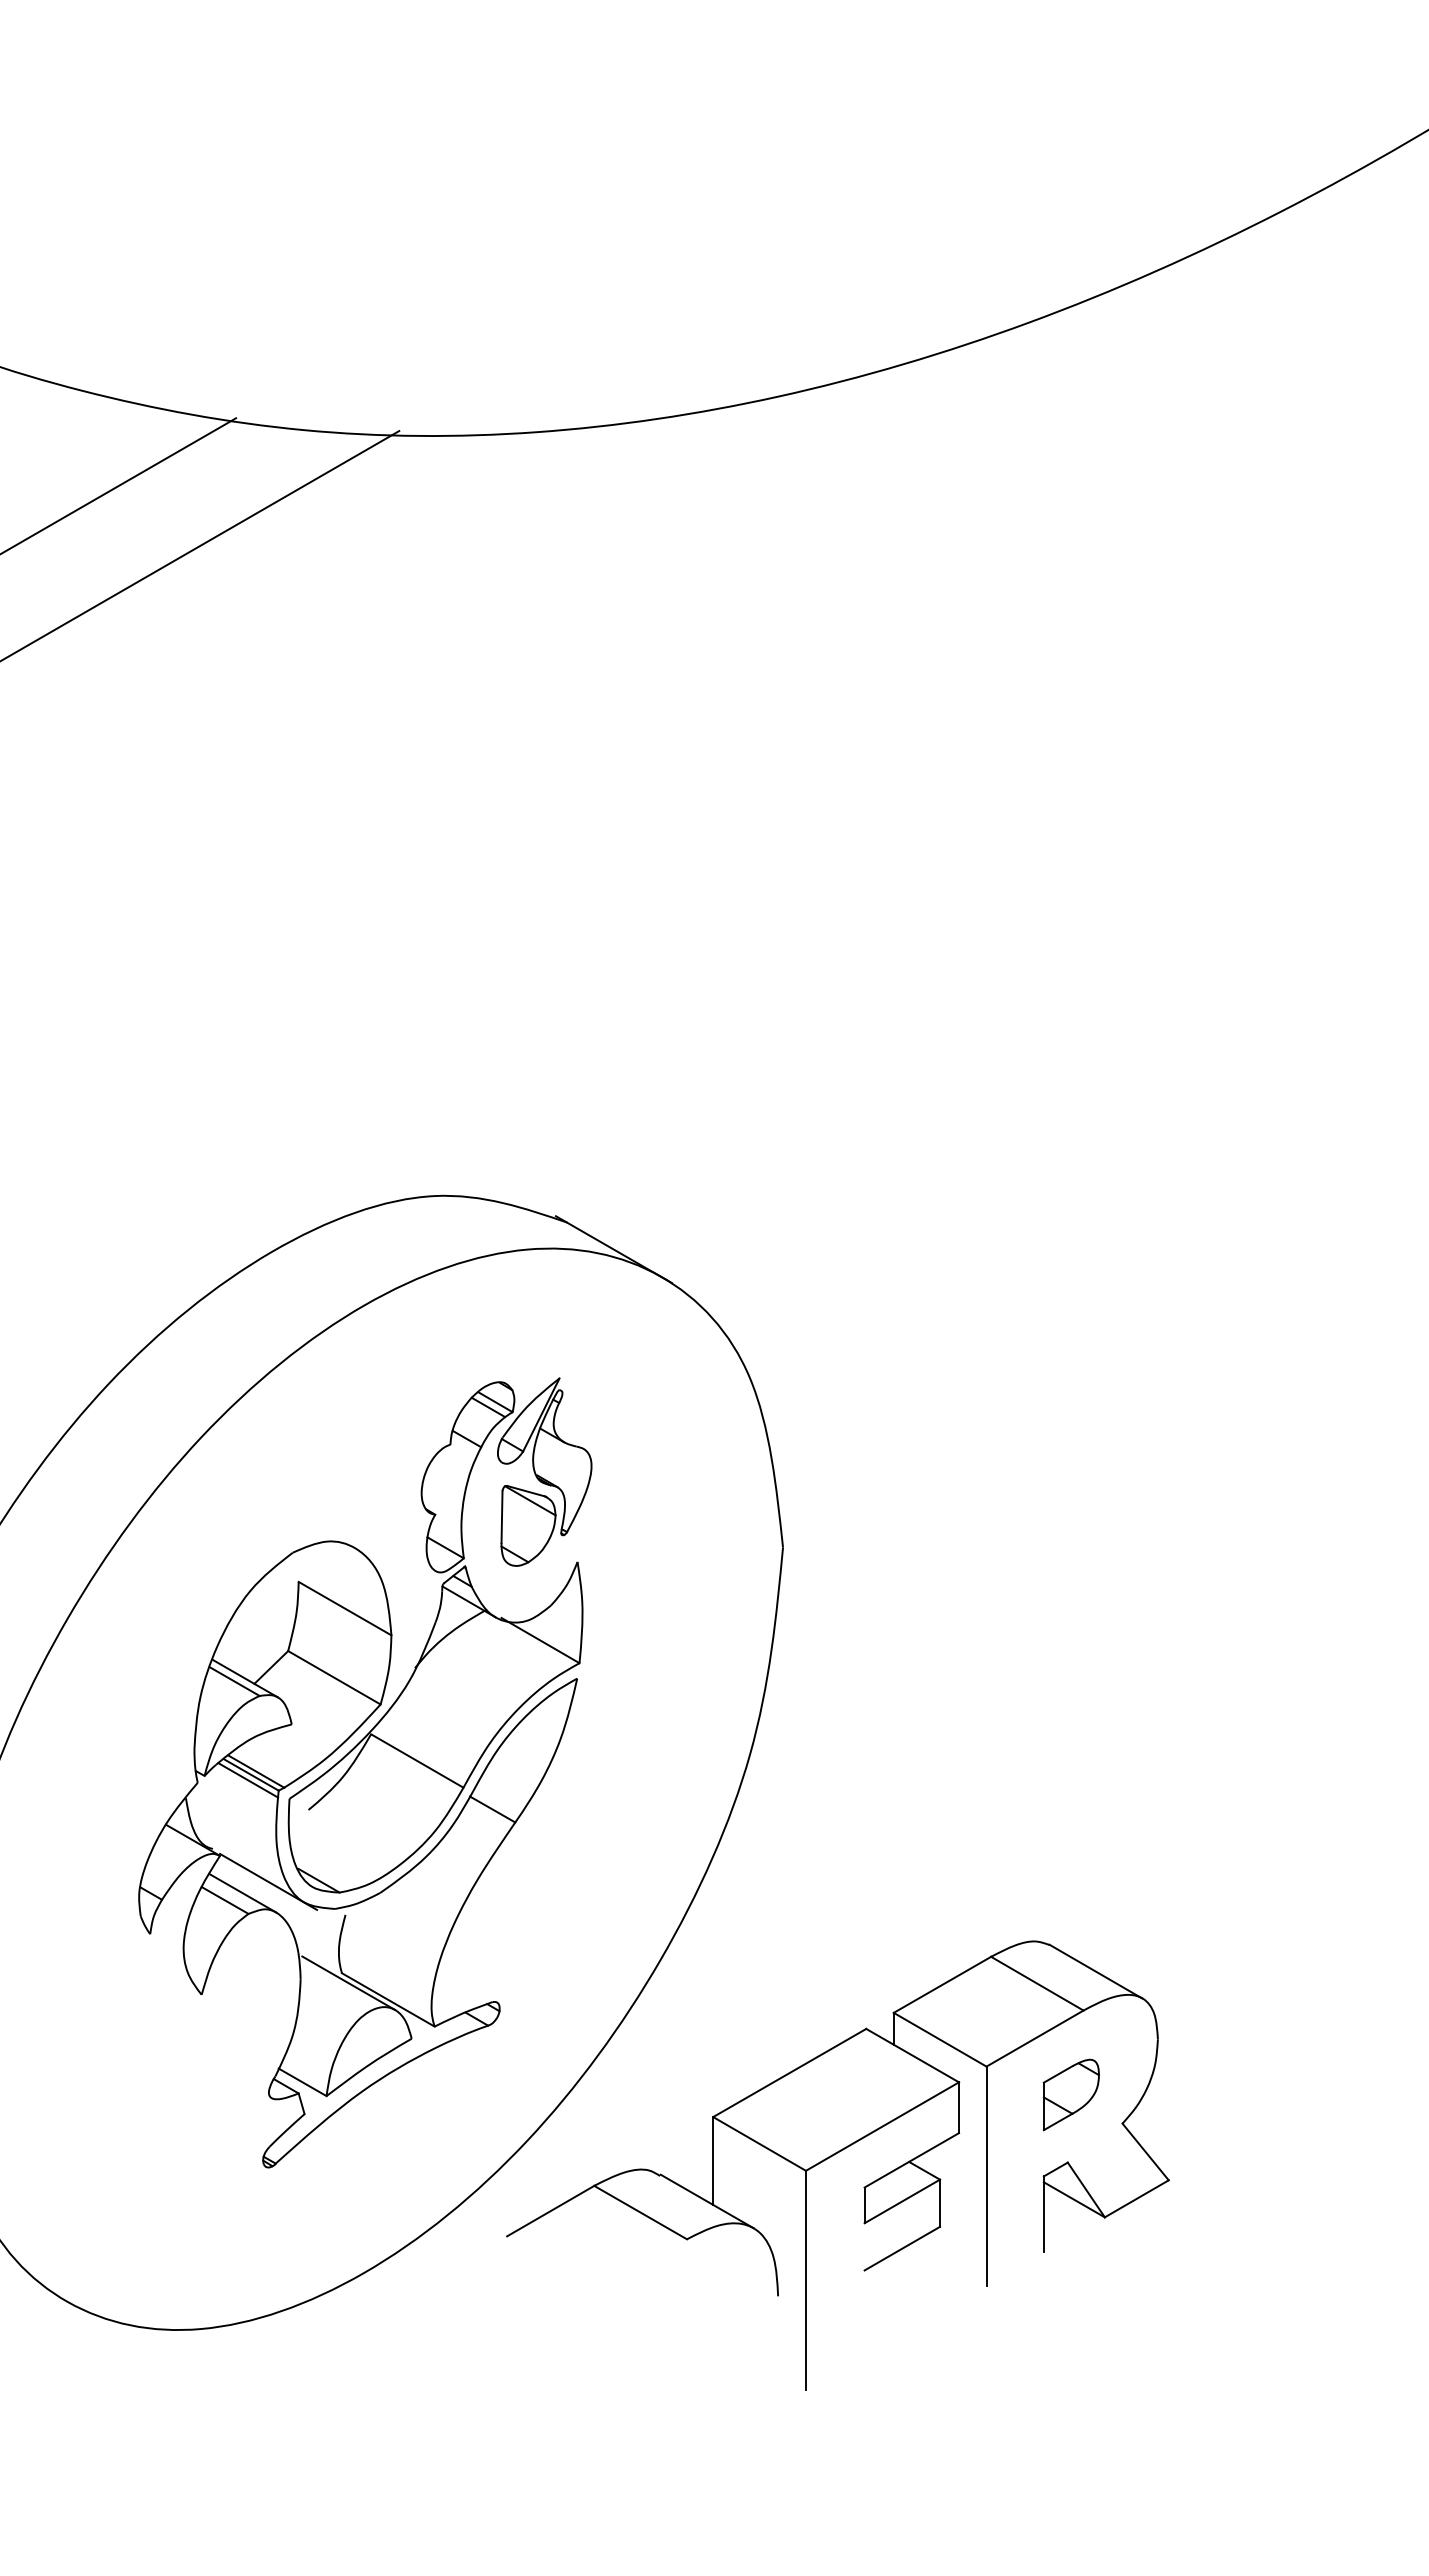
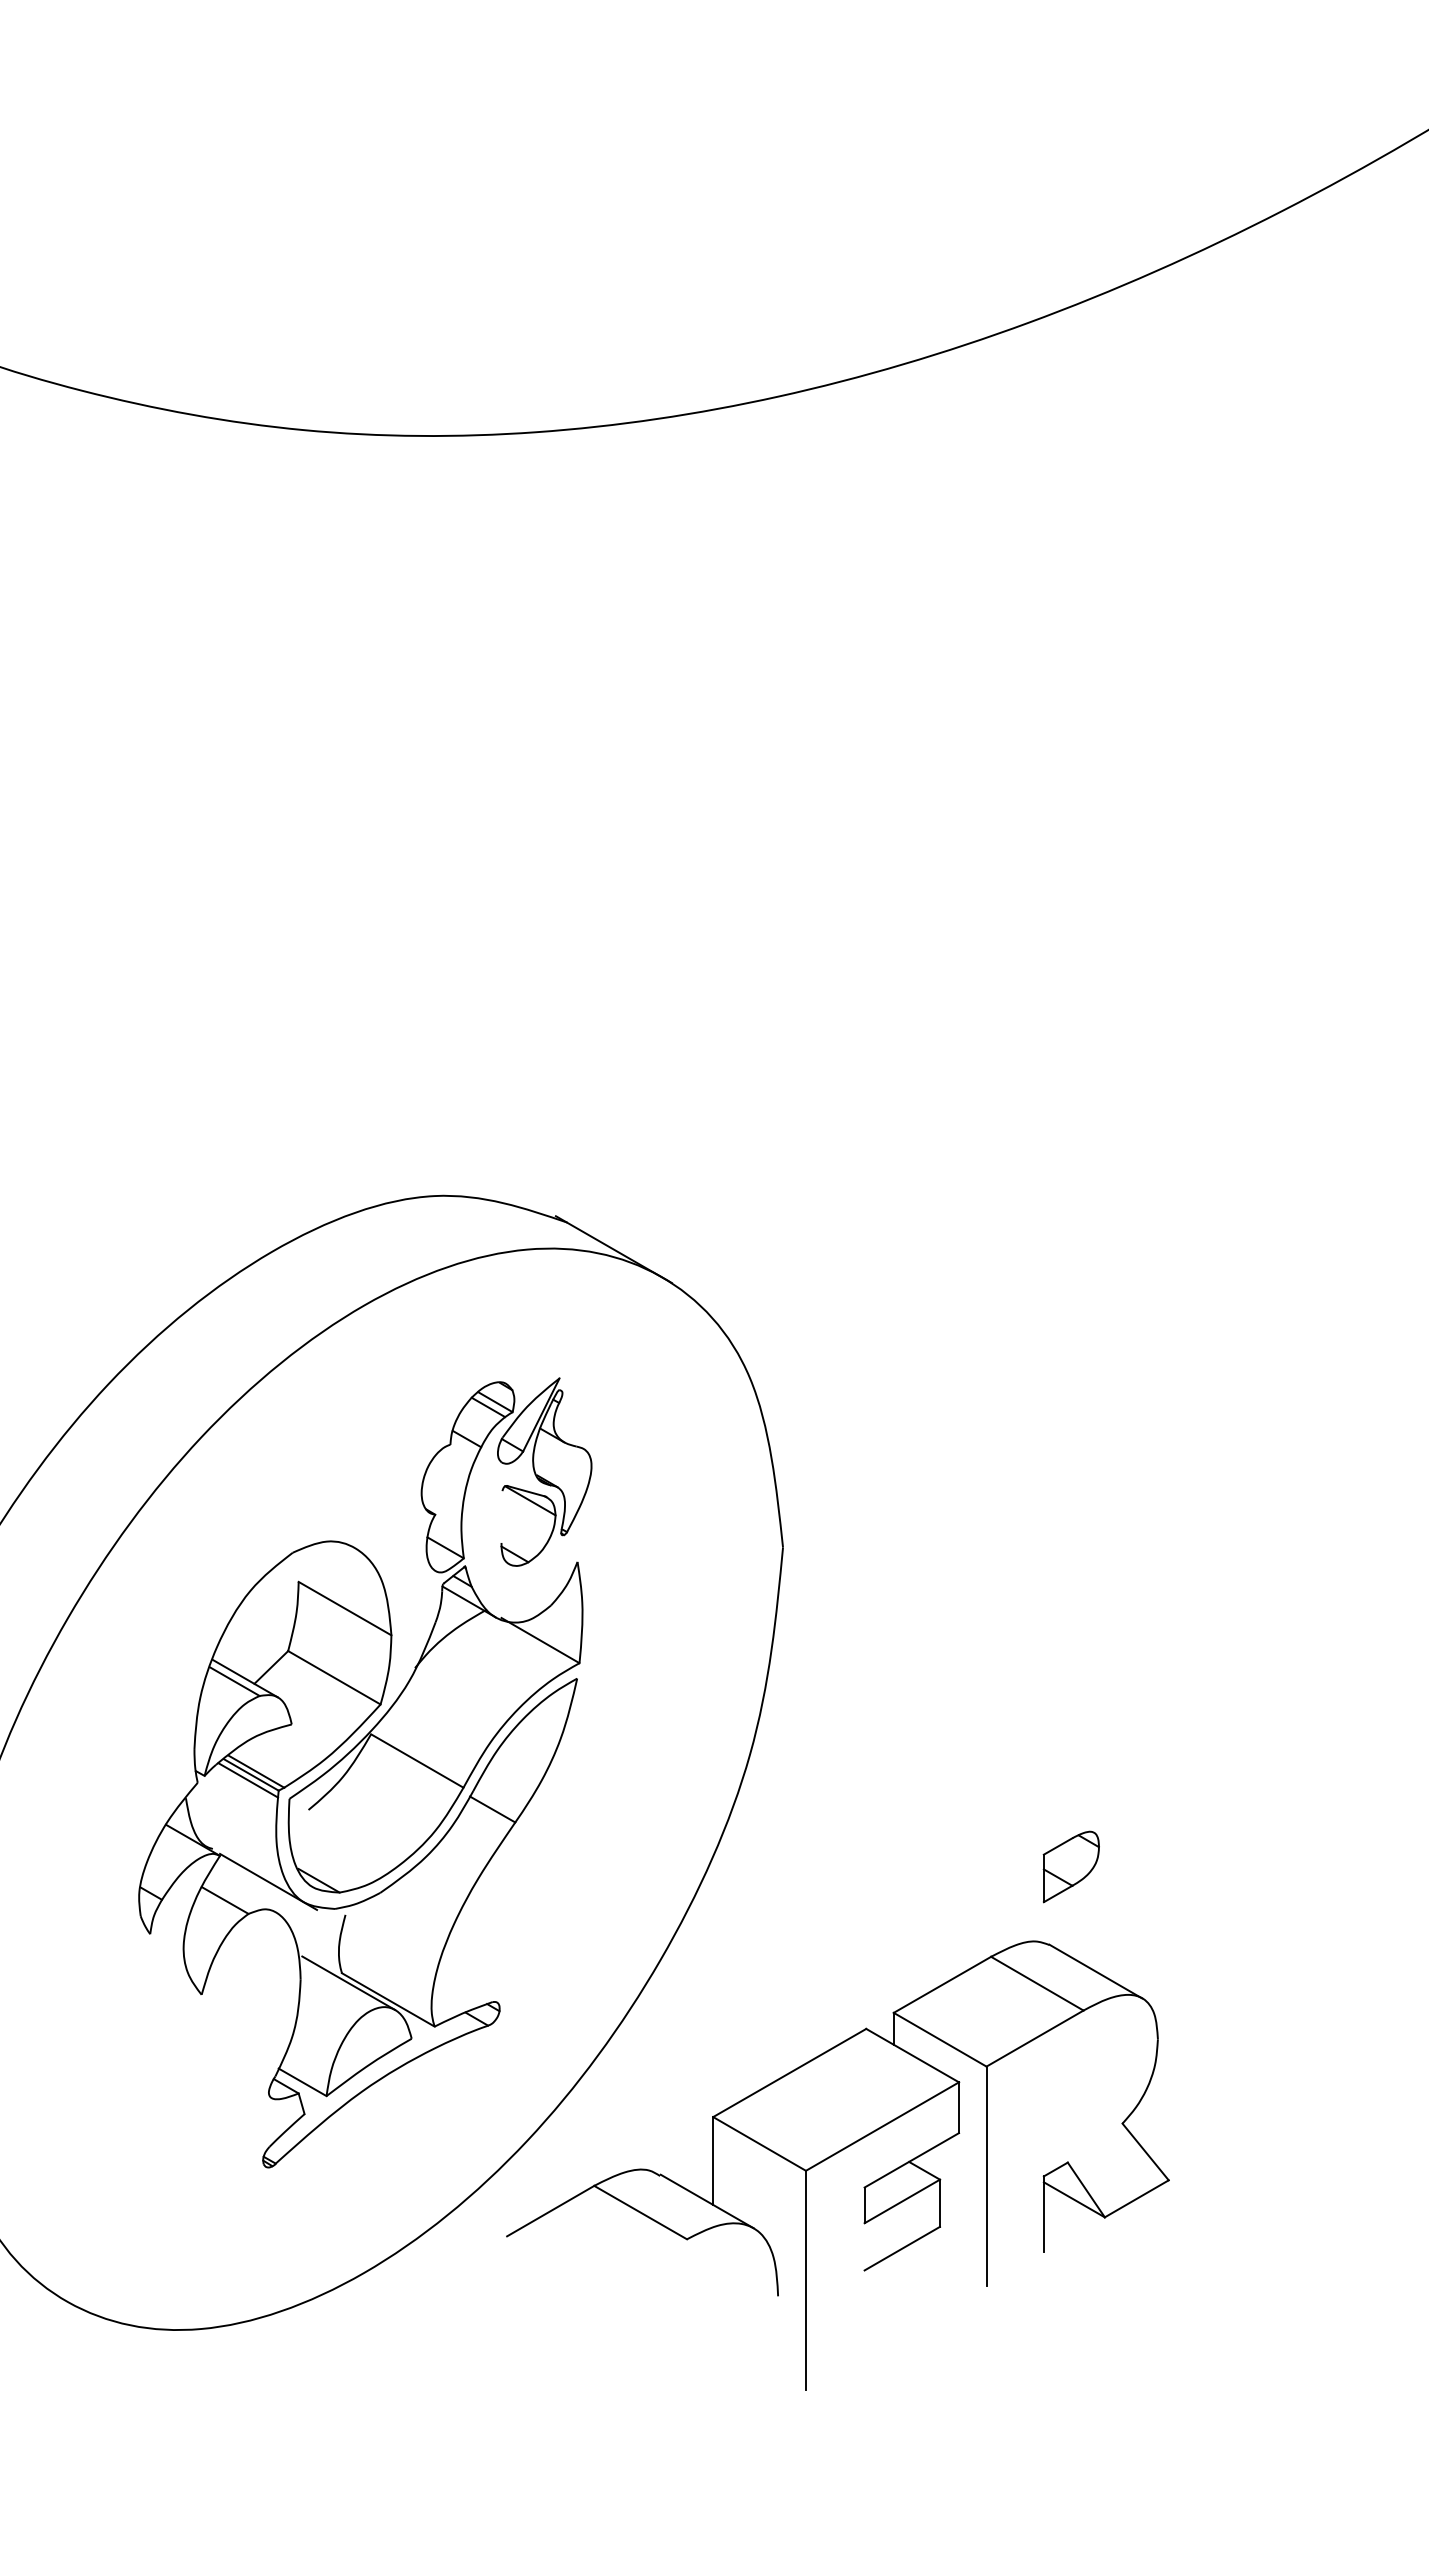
line at (119, 485): present -> none
line at (200, 545): present -> none
line at (501, 1516): present -> none
line at (242, 1892): present -> none
part at (1070, 2094) position: (1070, 2094) -> (1070, 1866)
